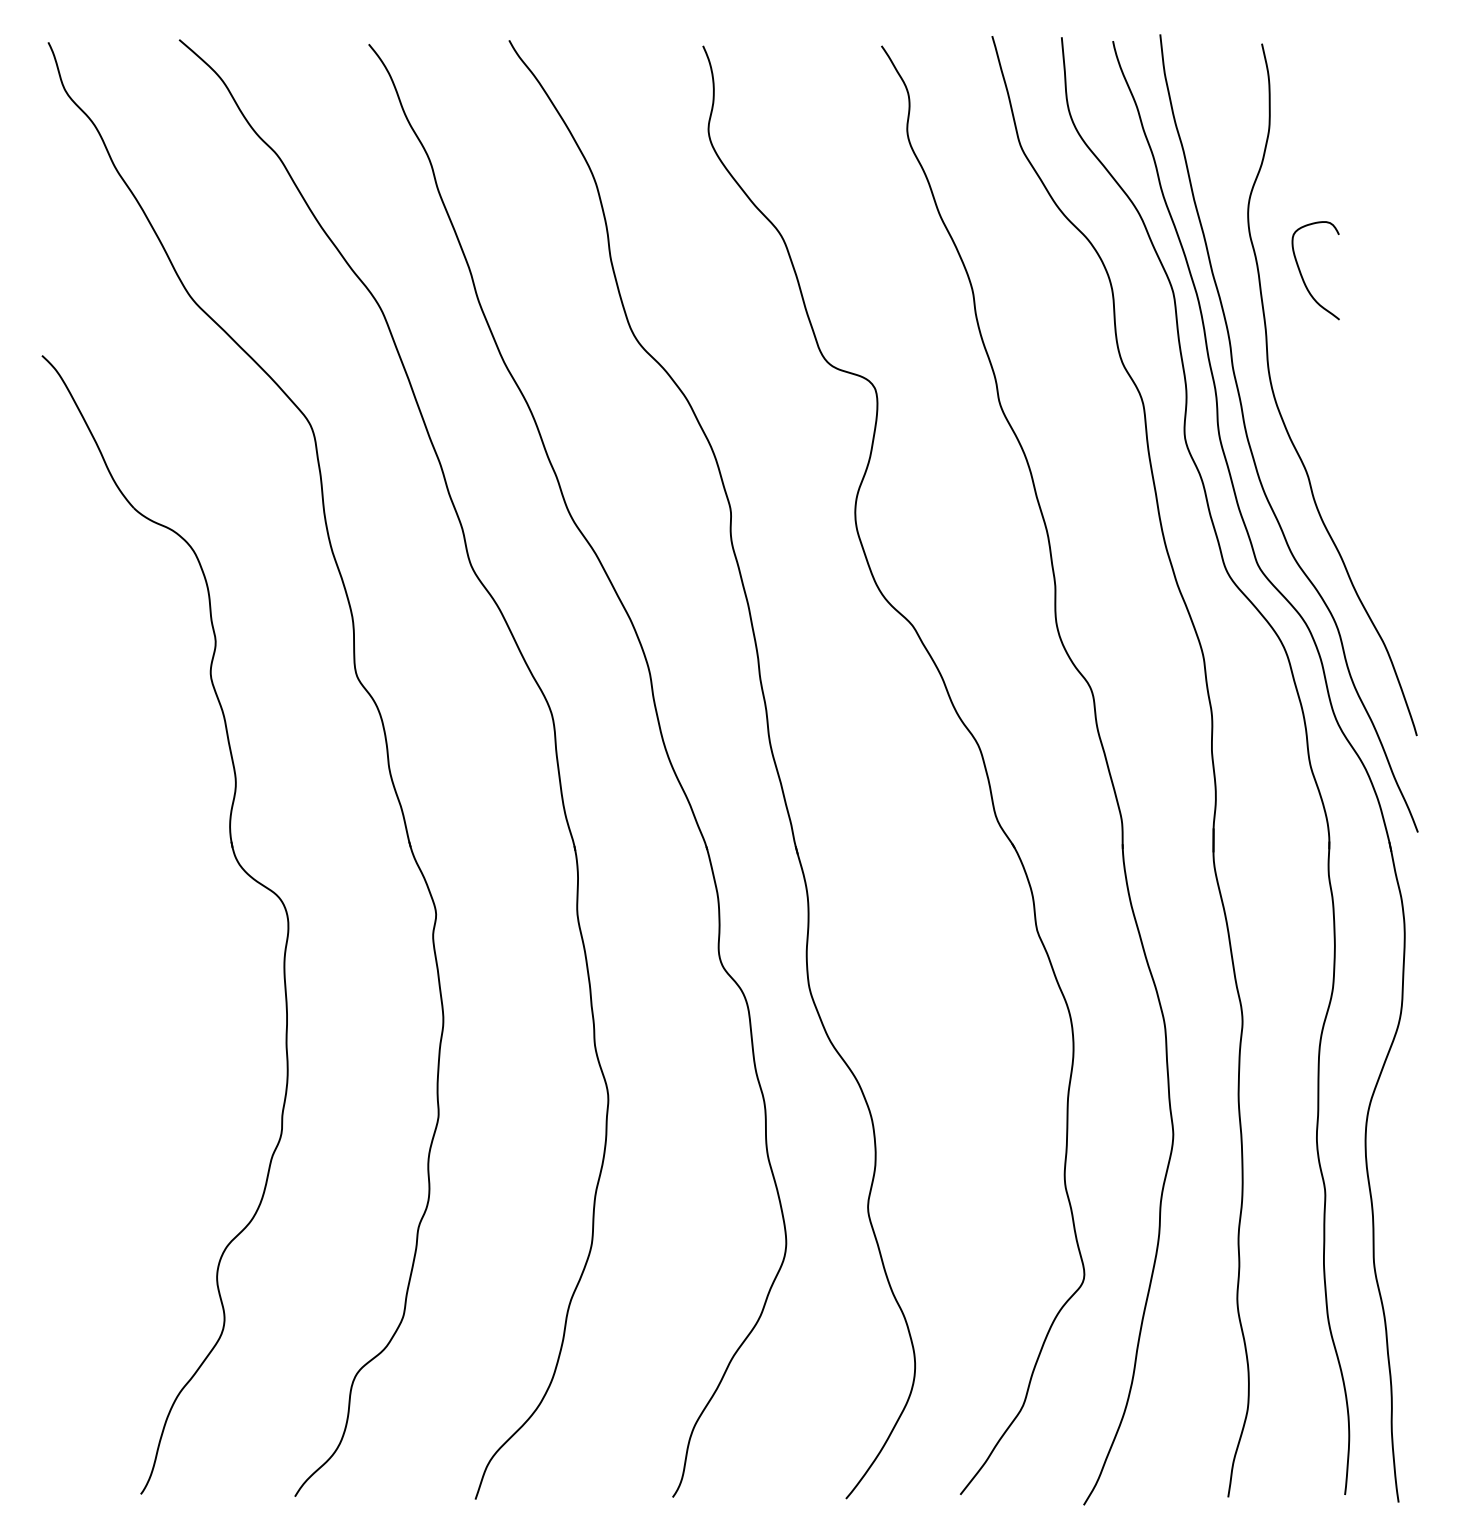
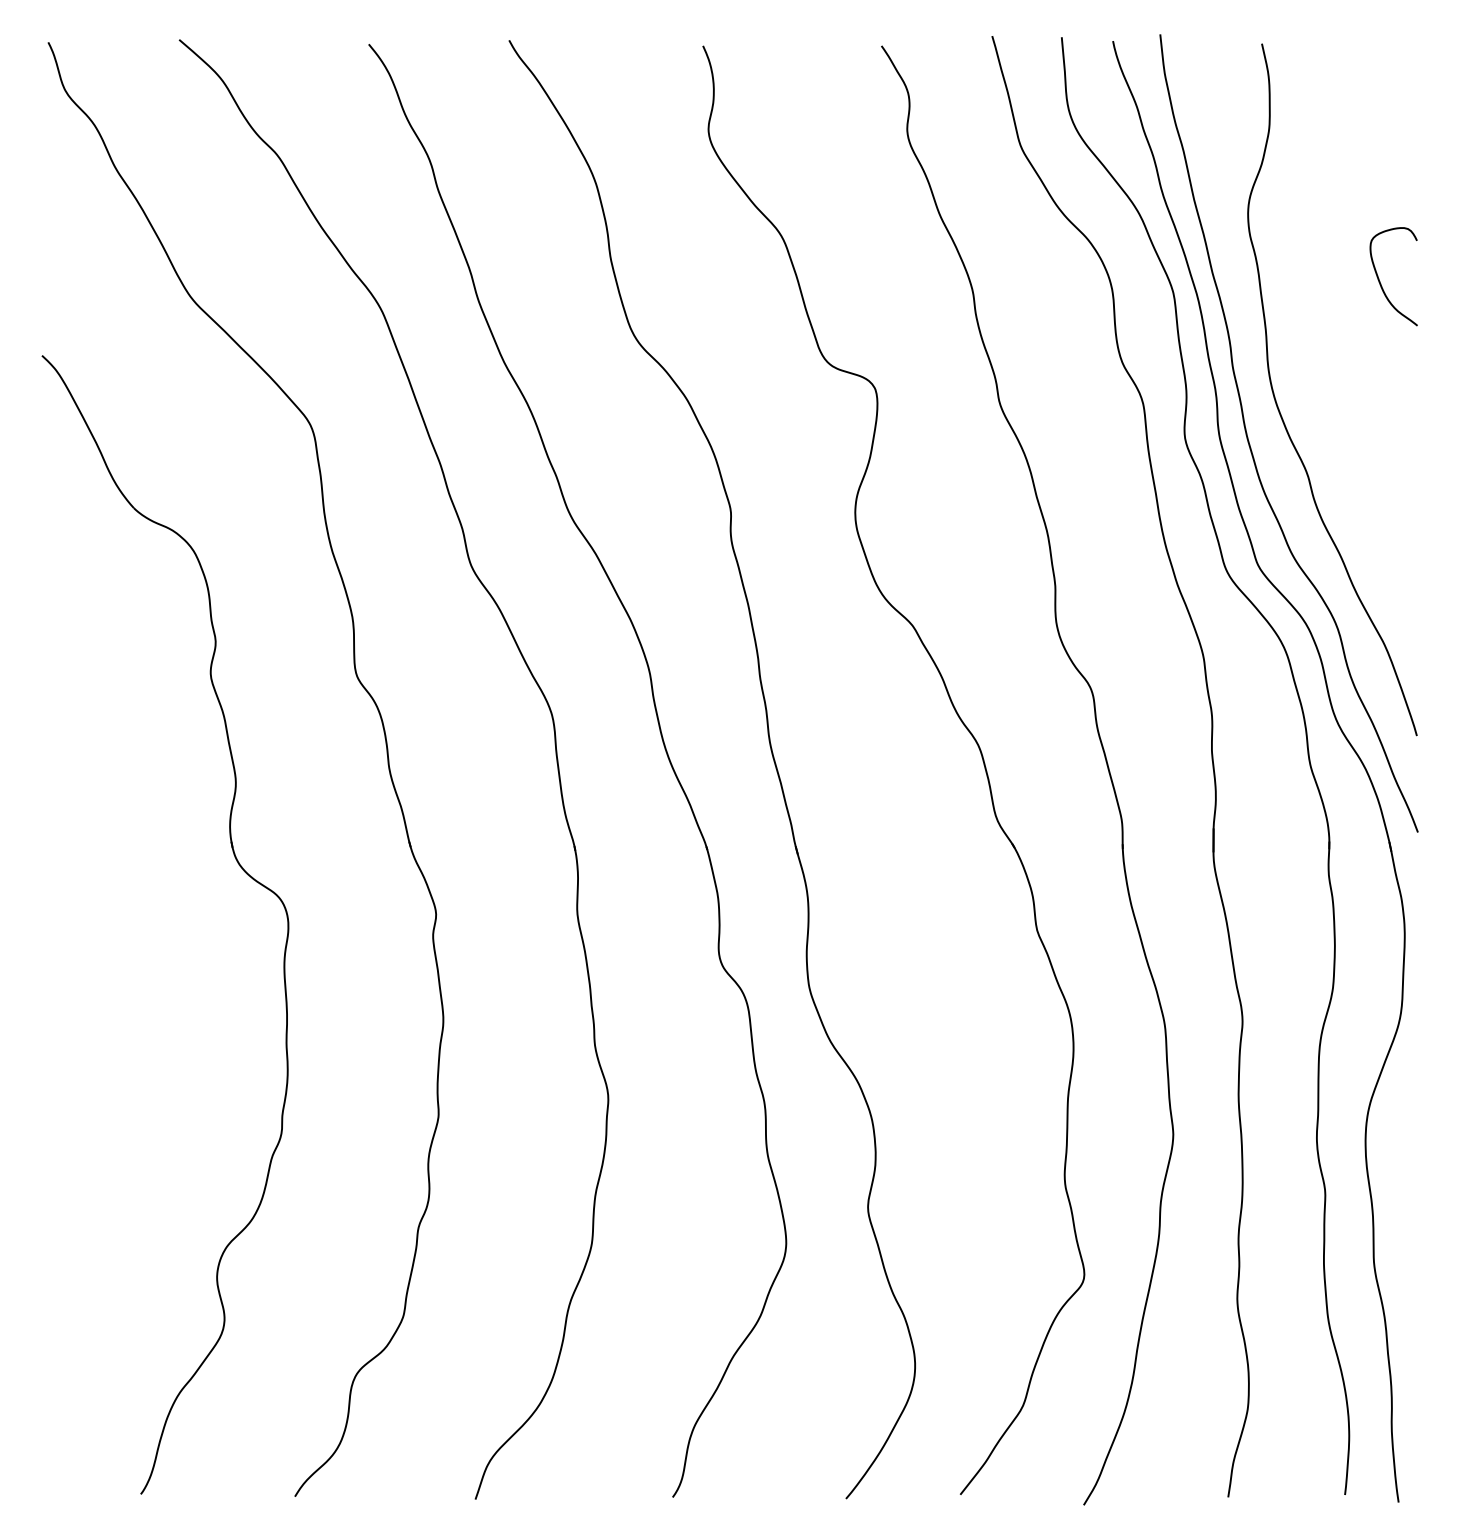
curve at (1303, 277) position: (1303, 277) -> (1381, 283)
